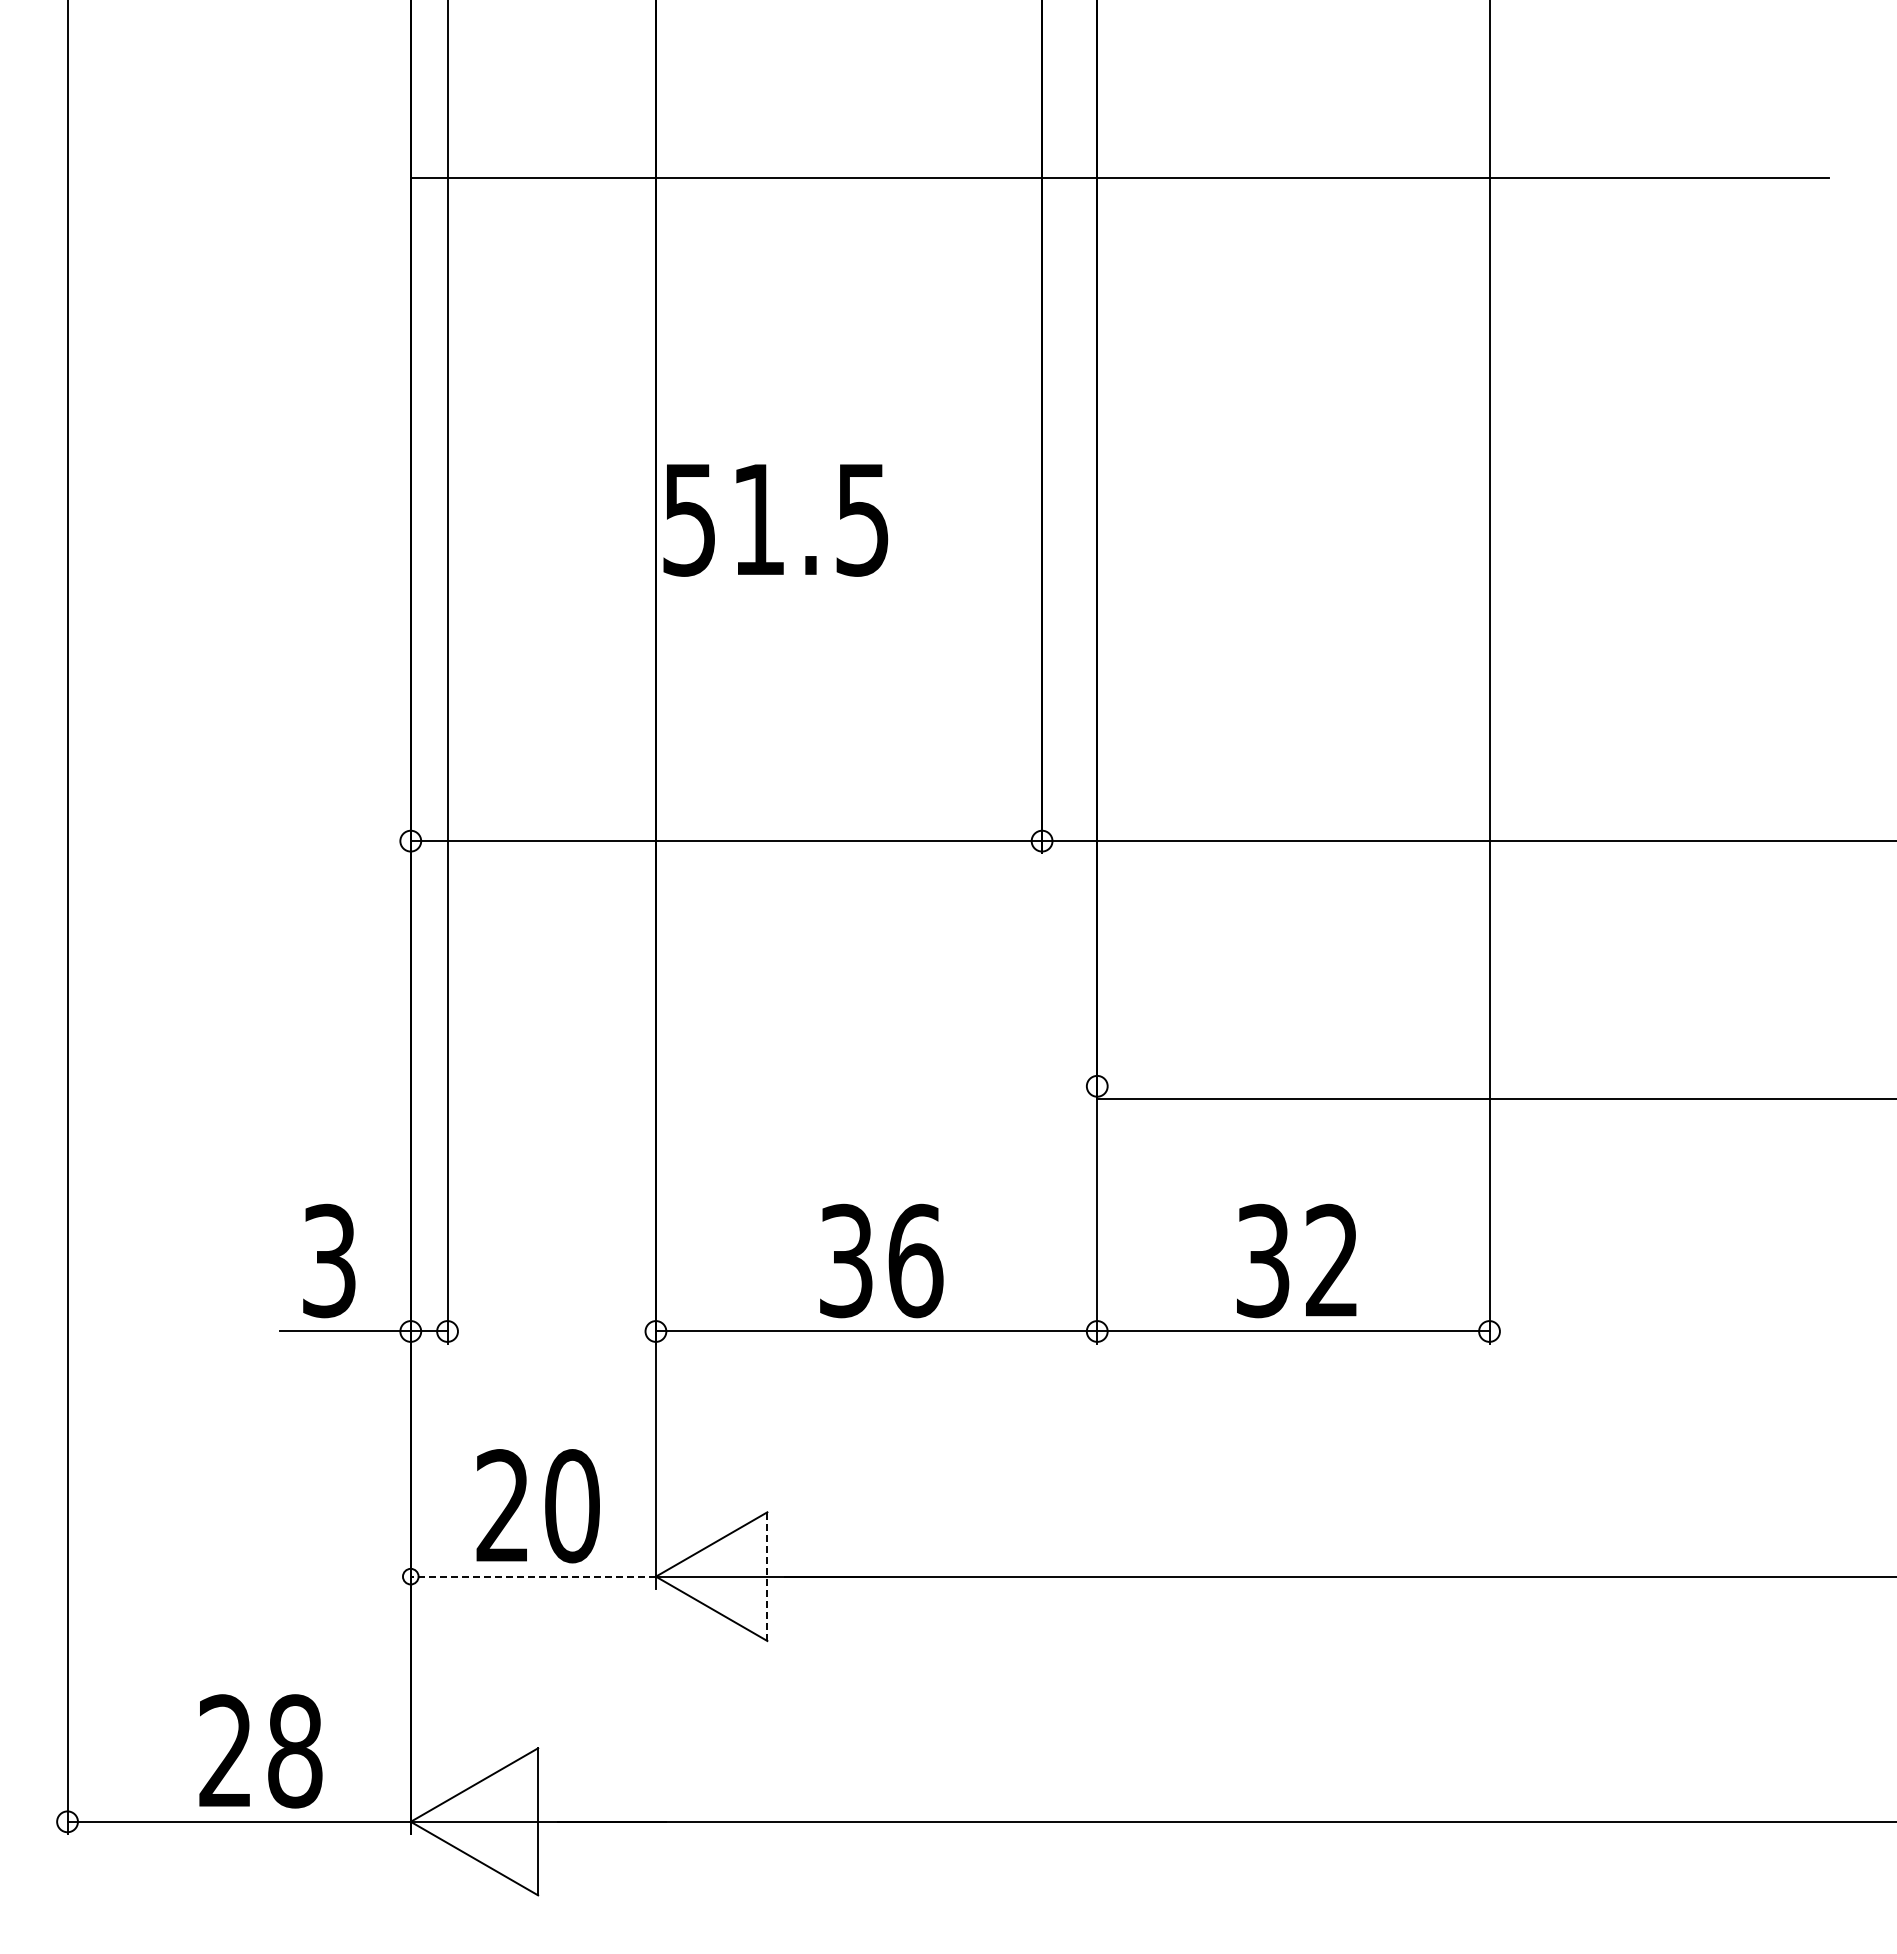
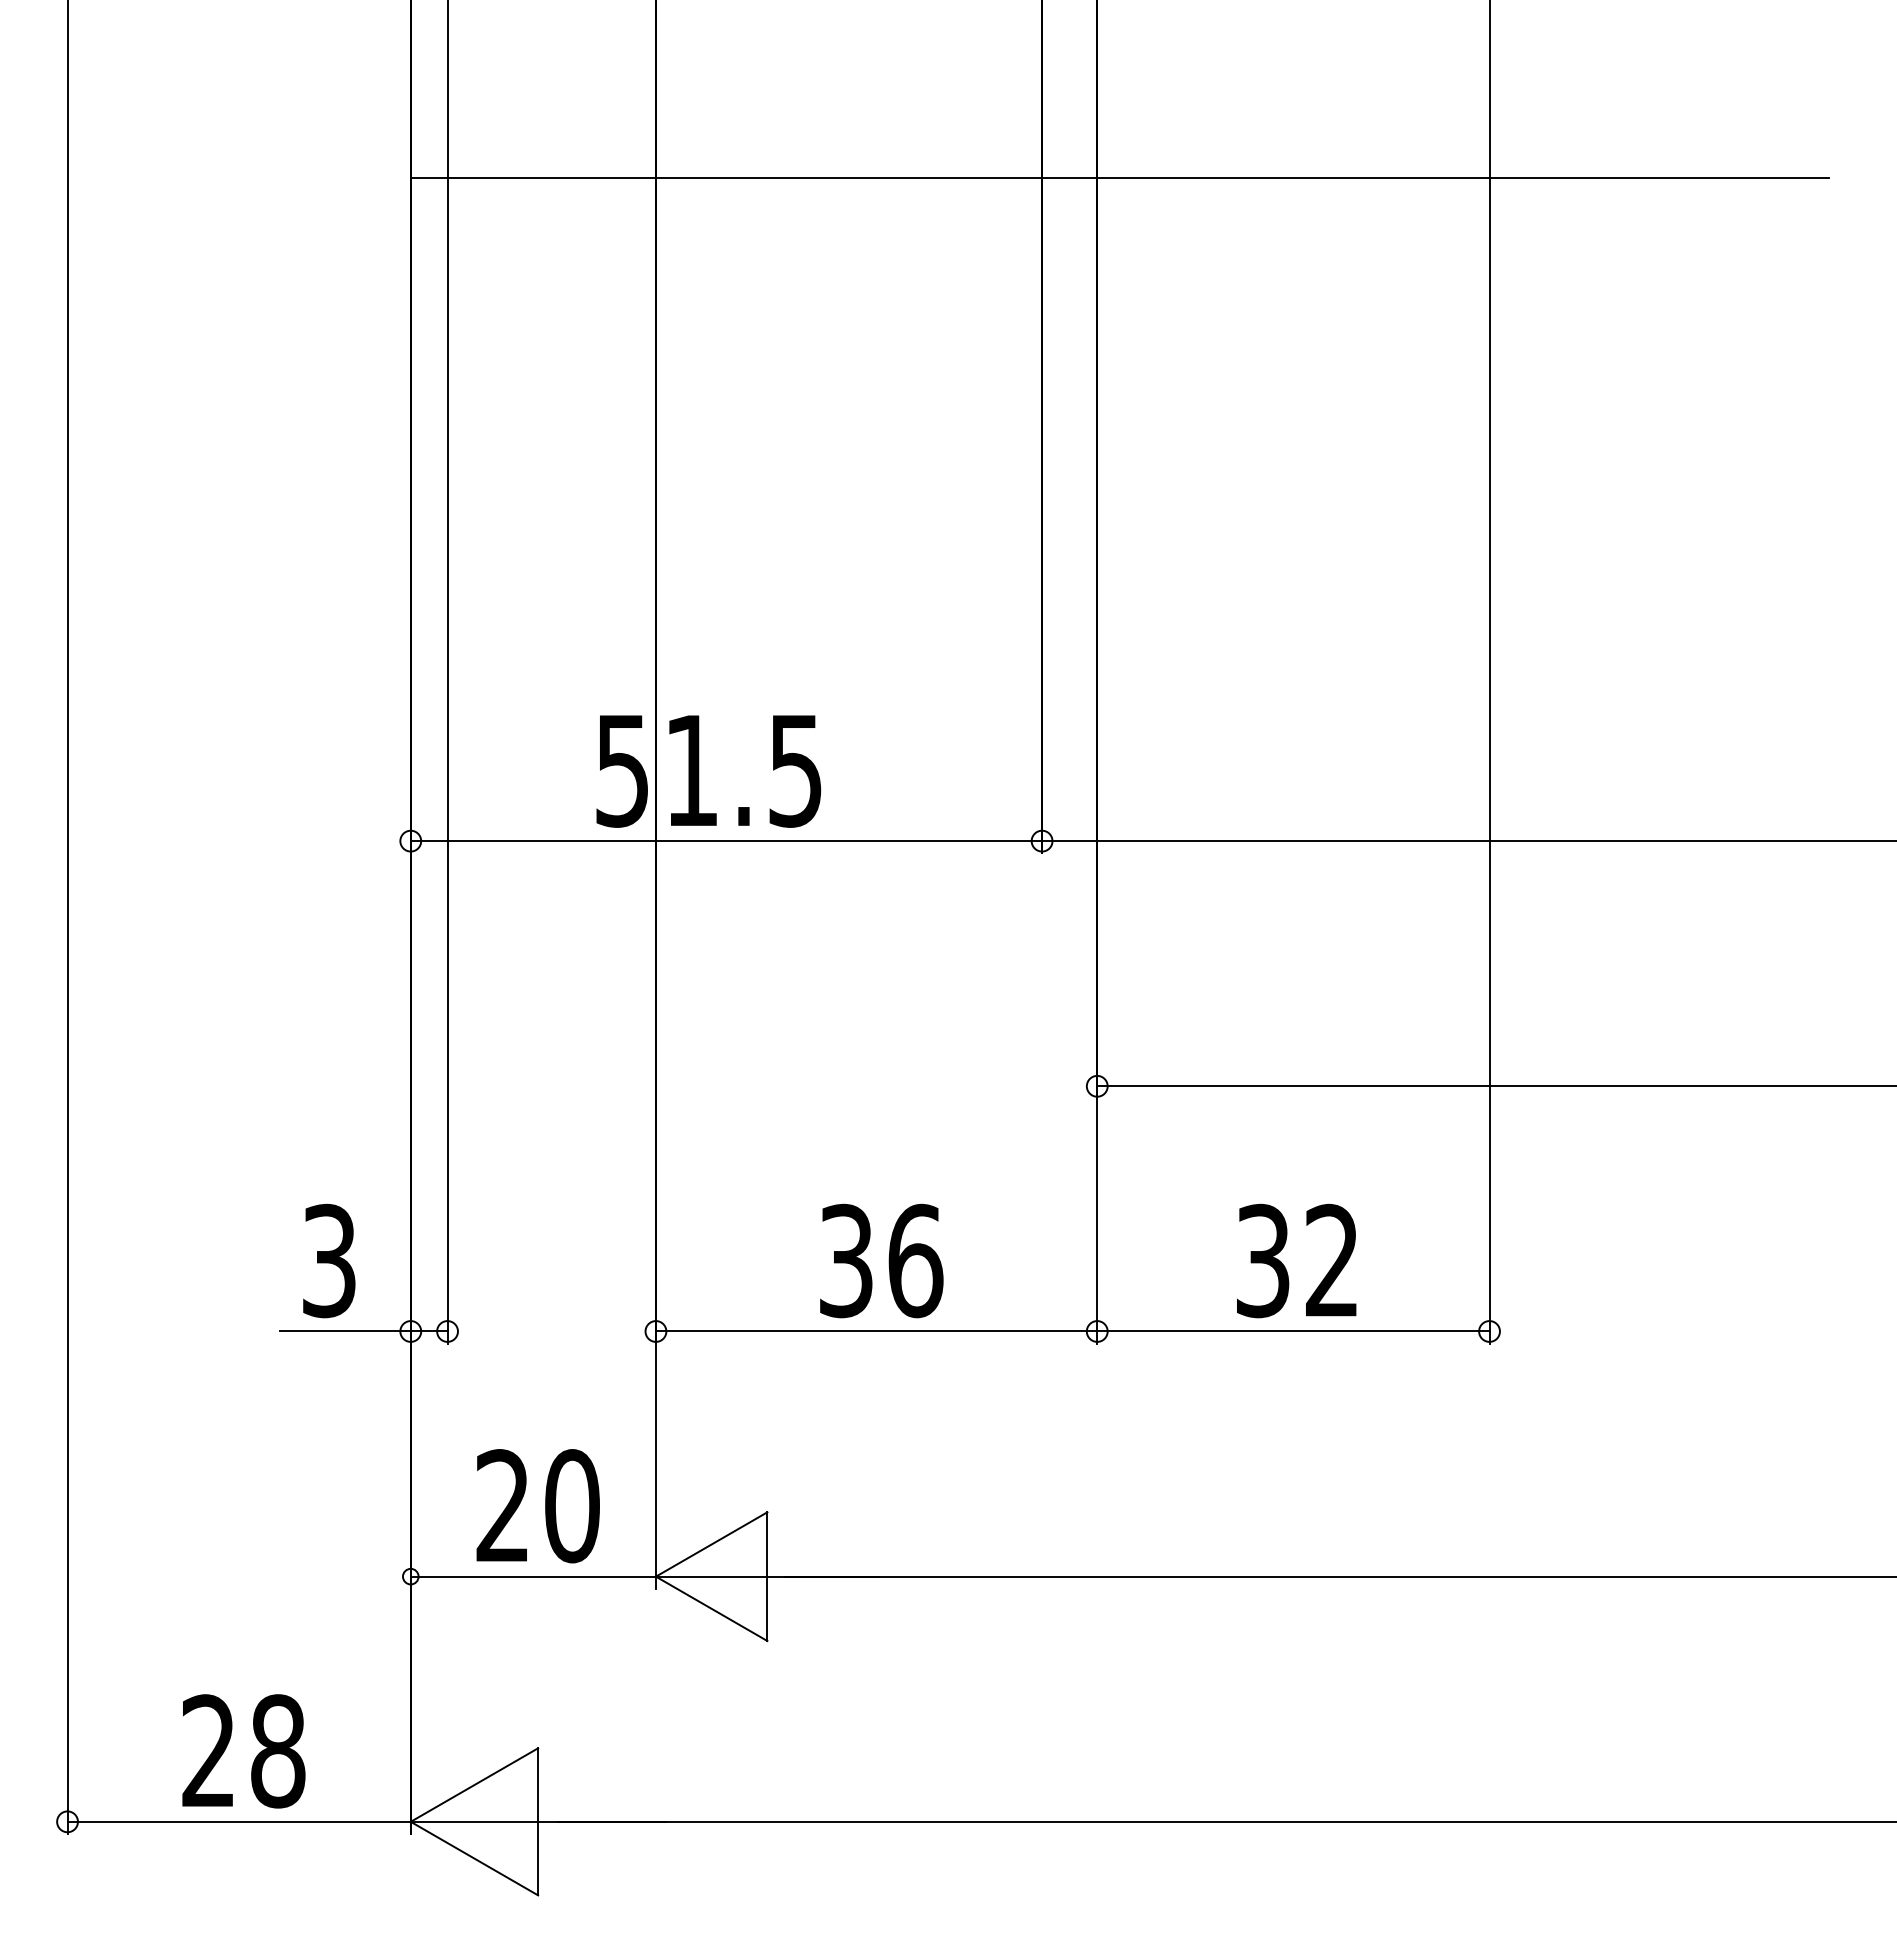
text at (775, 520) position: (775, 520) -> (708, 771)
line at (1495, 1099) position: (1495, 1099) -> (1495, 1086)
line at (533, 1576): dashed -> solid
line at (767, 1576): dashed -> solid
text at (260, 1751) position: (260, 1751) -> (243, 1751)
